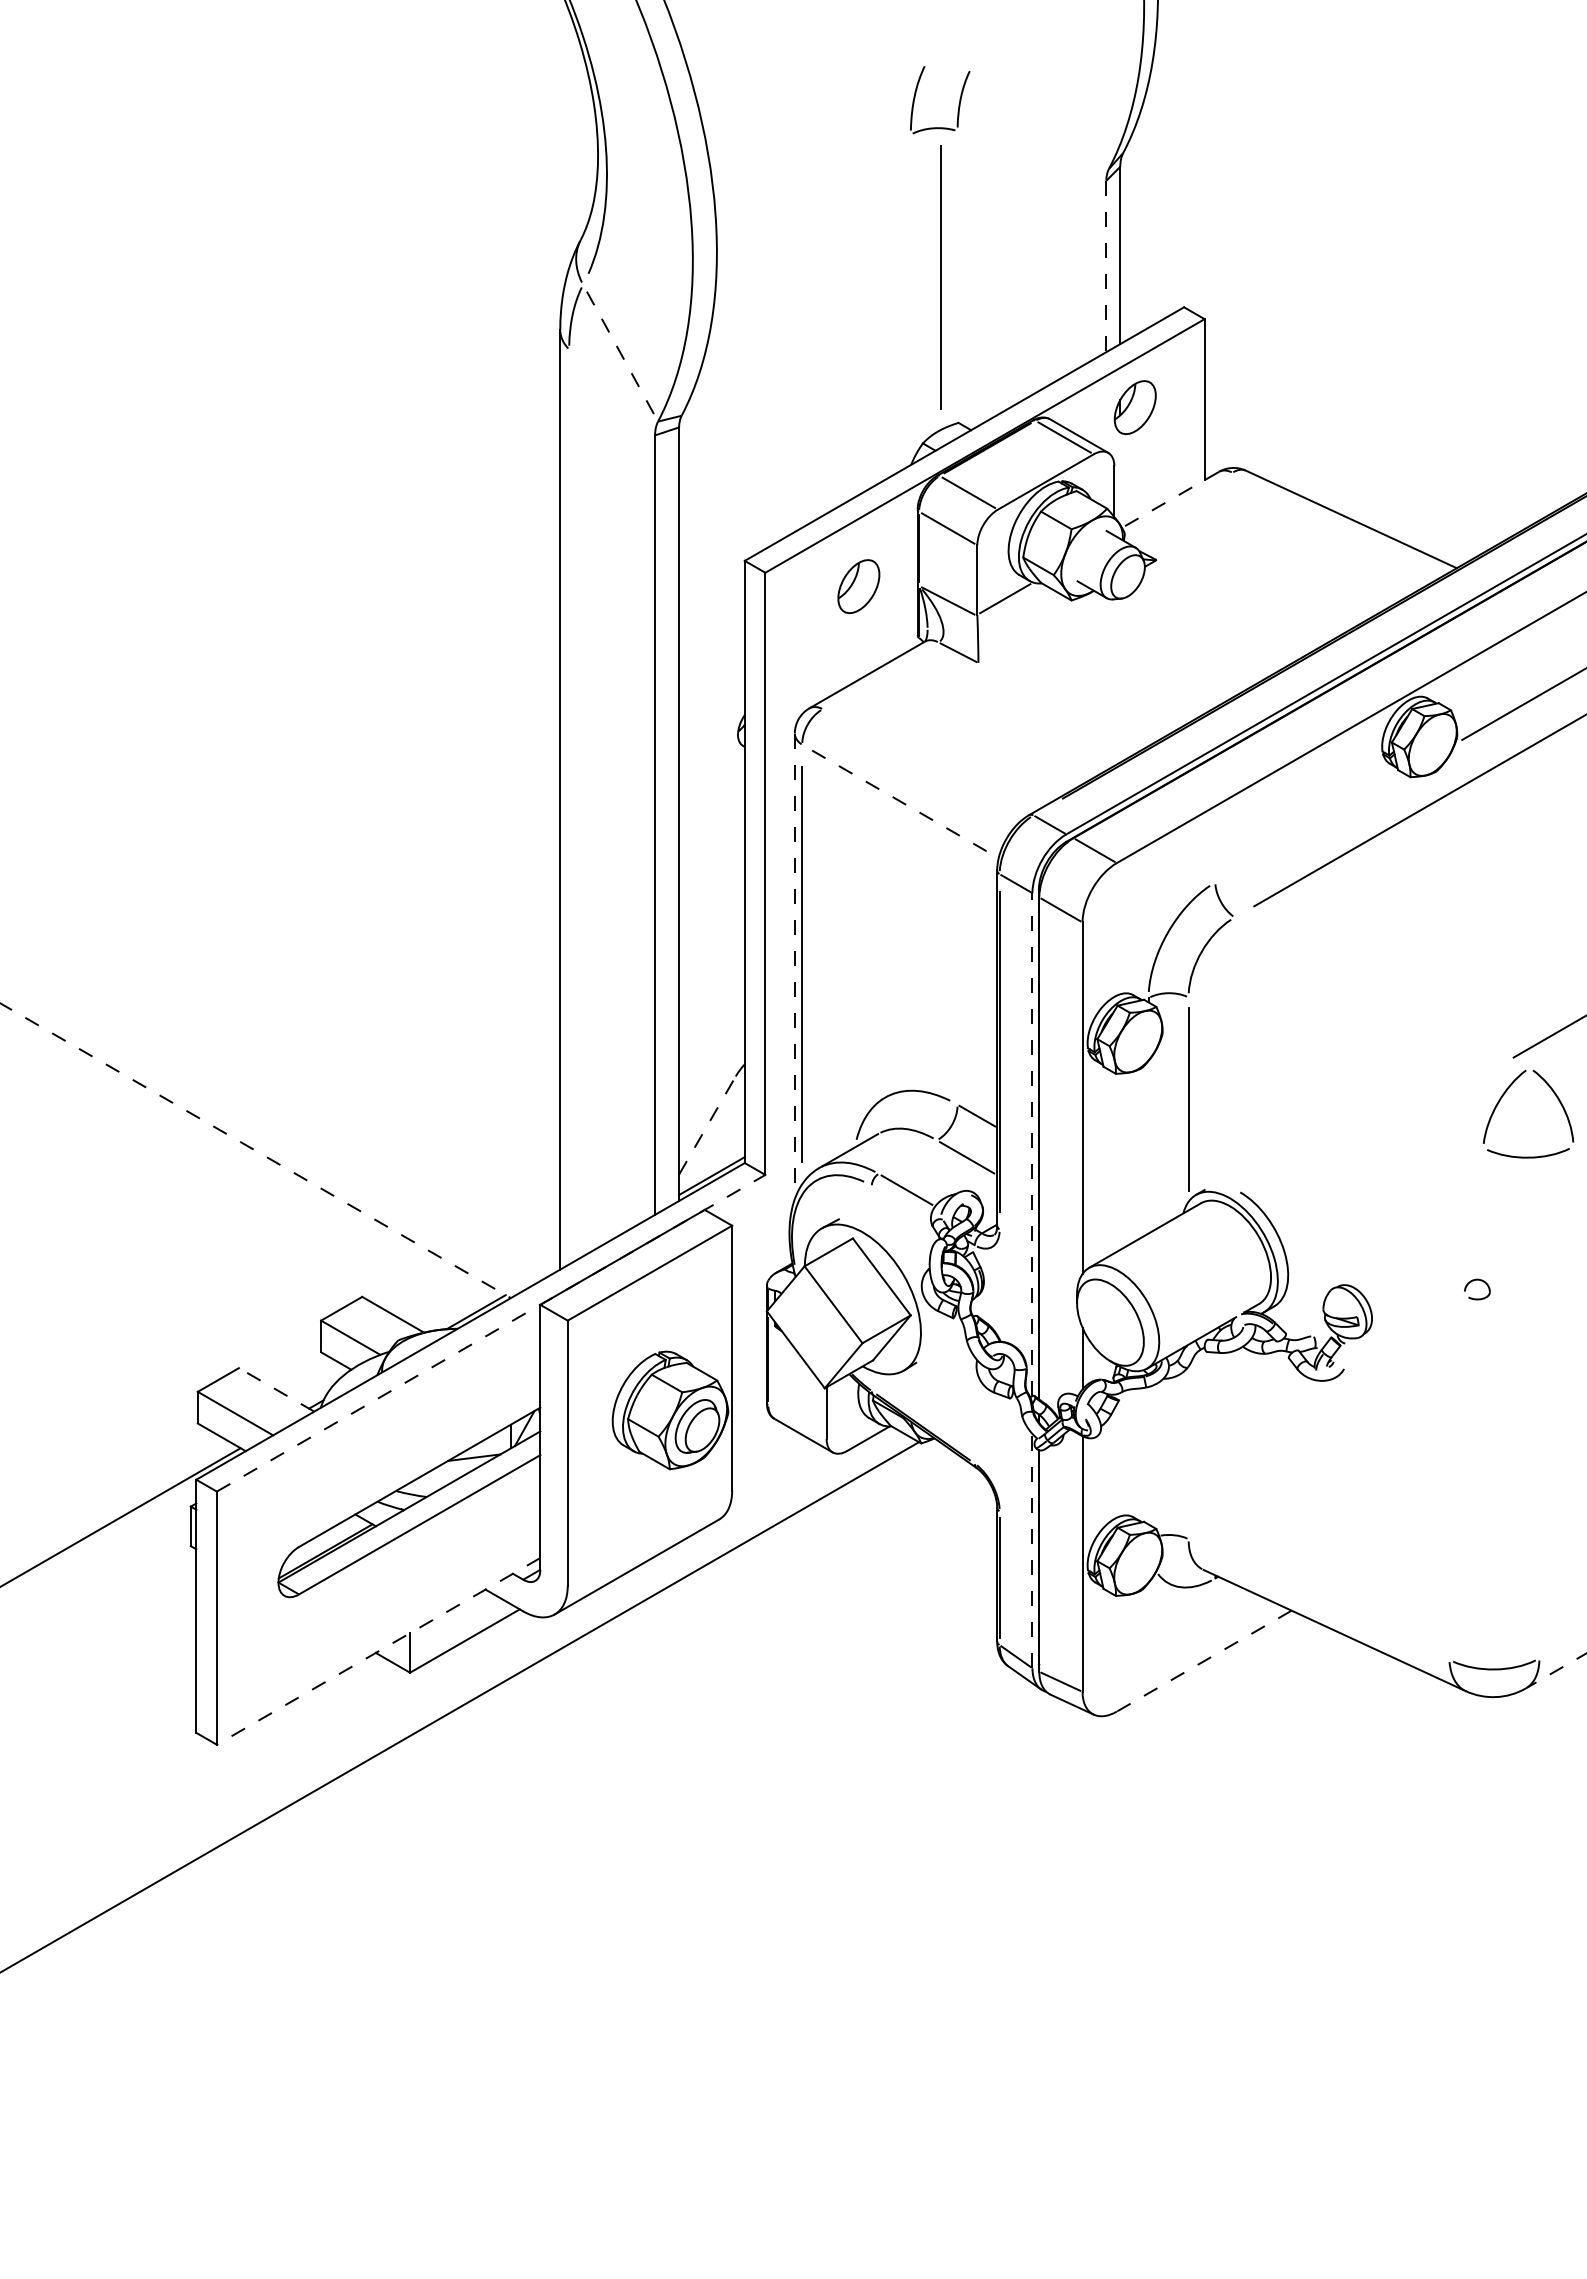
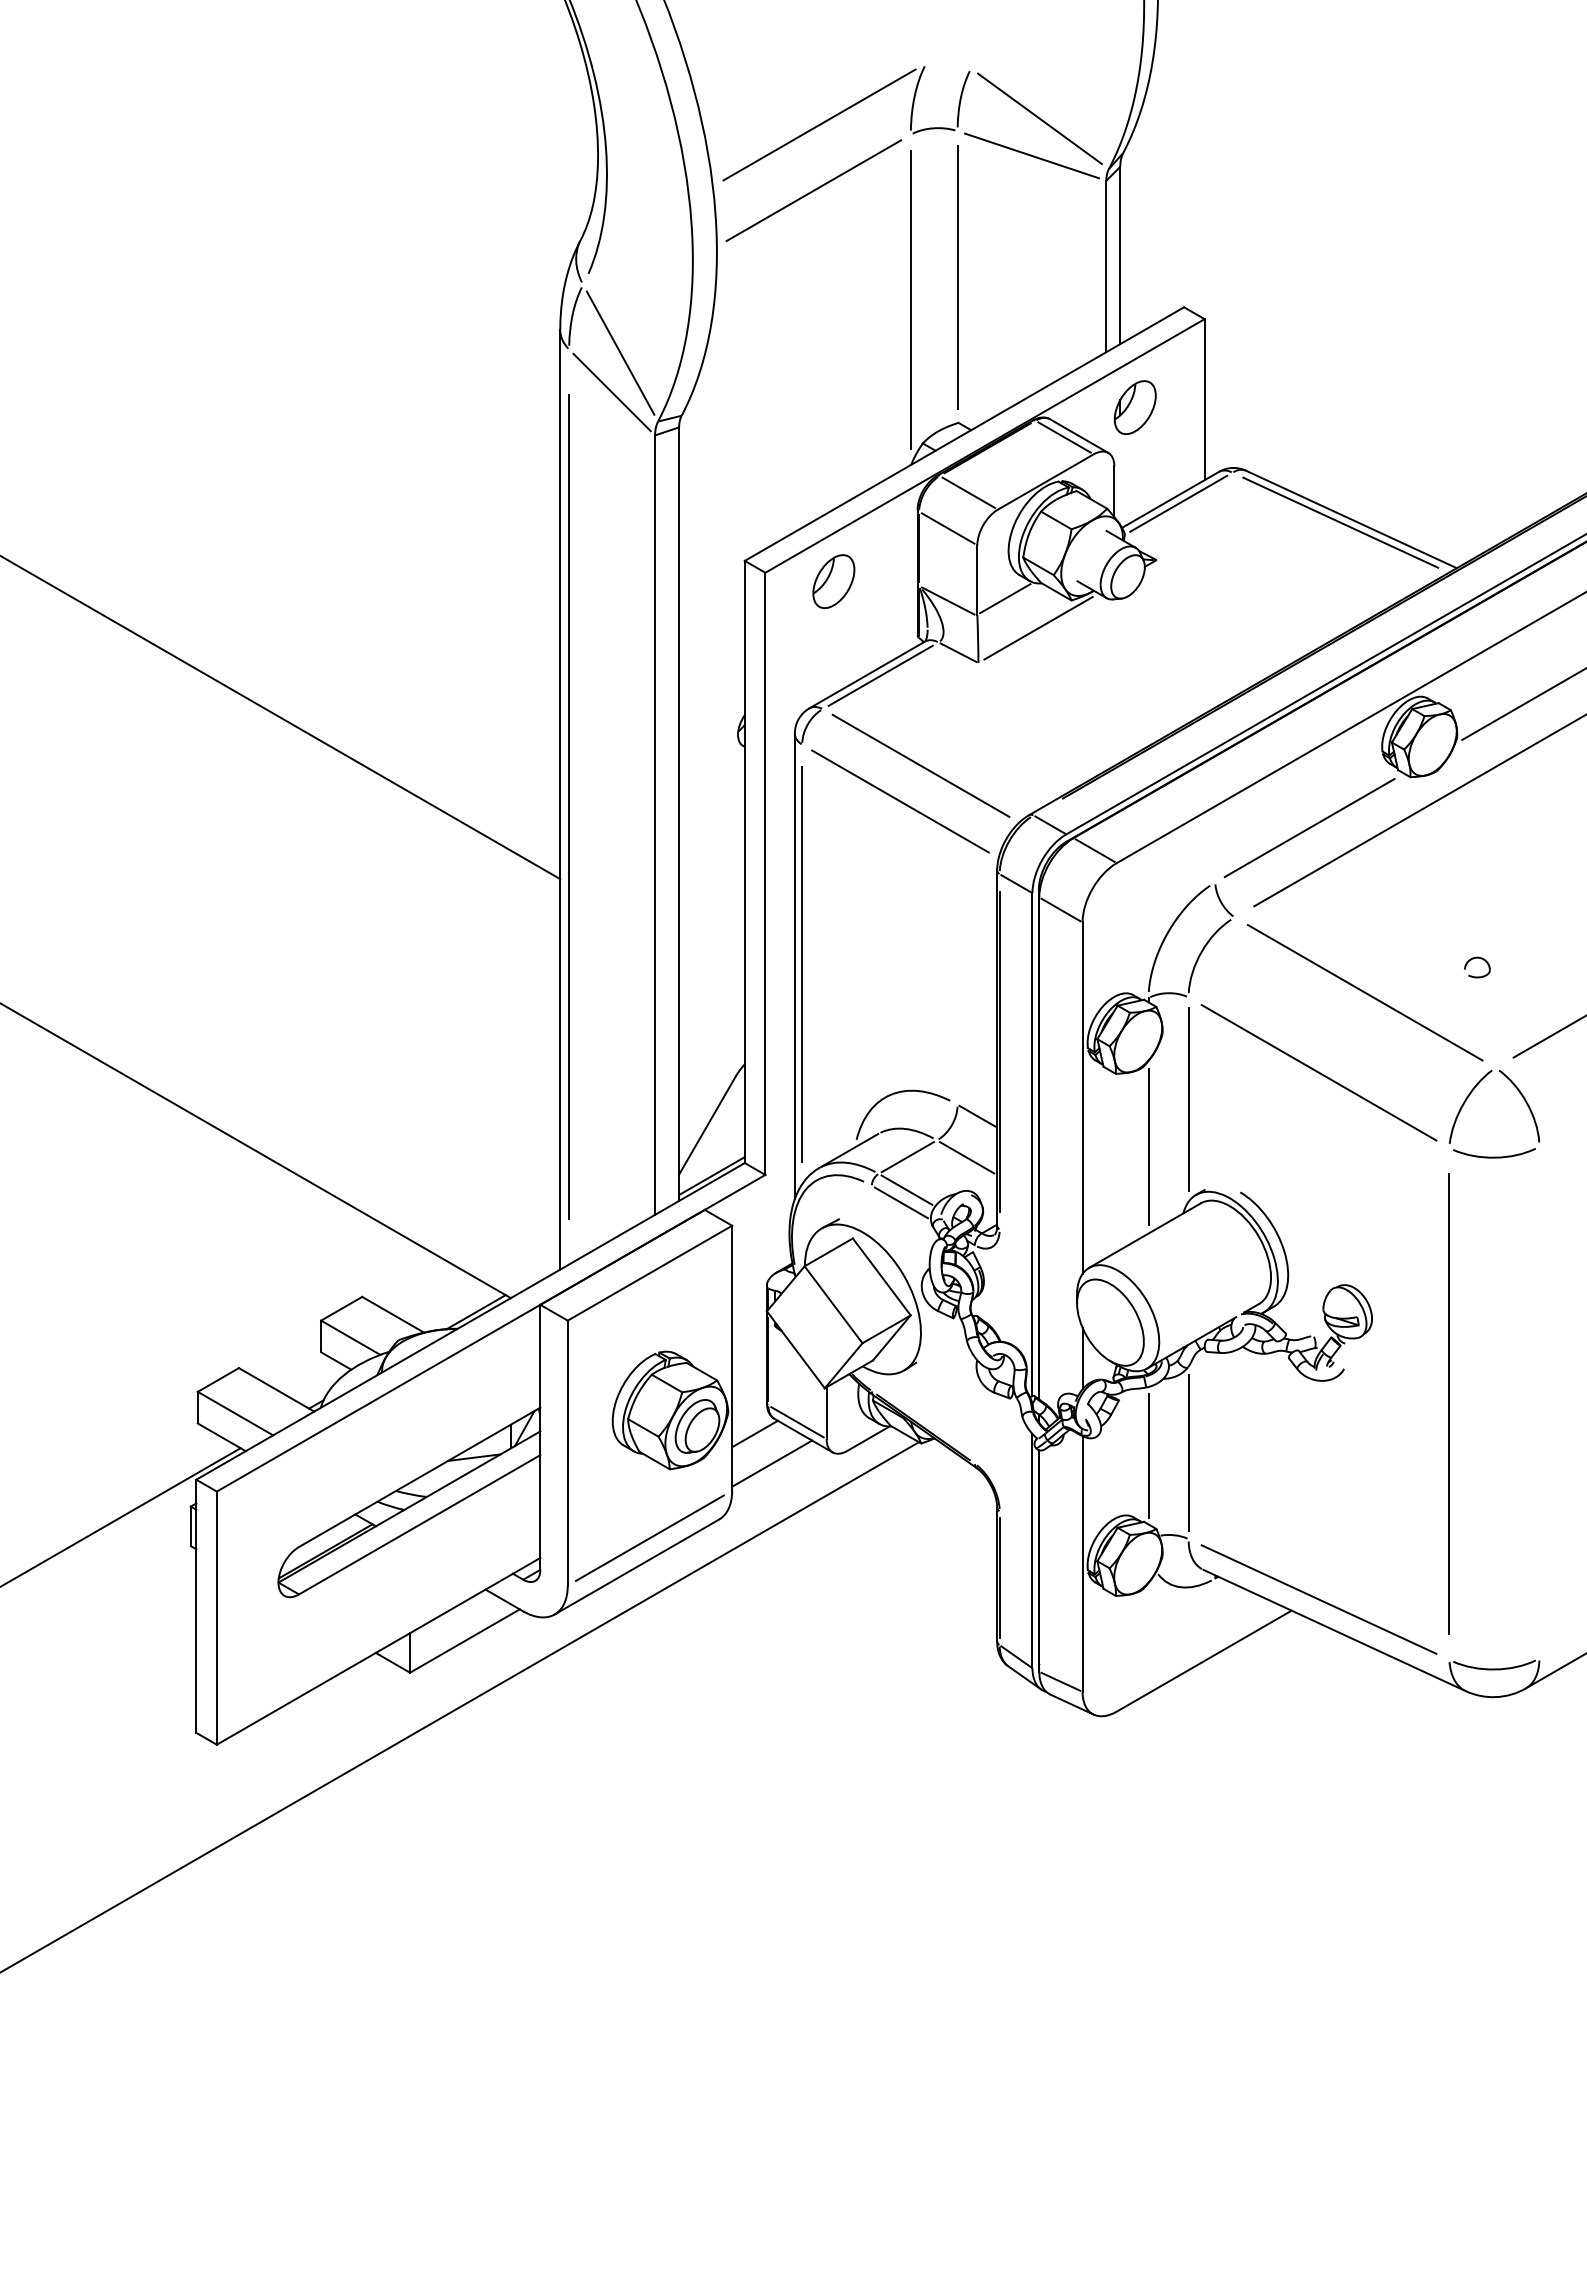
line at (1040, 118): none -> present
line at (819, 124): none -> present
line at (1031, 155): none -> present
line at (813, 190): none -> present
line at (1106, 266): dashed -> solid
line at (940, 277) position: (940, 277) -> (957, 277)
line at (910, 299): none -> present
line at (620, 353): dashed -> solid
line at (611, 392): none -> present
line at (1170, 500): dashed -> solid
line at (1178, 503): none -> present
line at (1340, 522): none -> present
part at (858, 586) position: (858, 586) -> (833, 581)
line at (1038, 628): none -> present
line at (880, 675): none -> present
line at (281, 718): none -> present
line at (920, 765): none -> present
line at (900, 801): dashed -> solid
line at (569, 806): none -> present
line at (1309, 828): none -> present
line at (794, 966): dashed -> solid
line at (1364, 992): none -> present
line at (1318, 1072): none -> present
part at (1503, 1096) position: (1503, 1096) -> (1469, 1096)
line at (707, 1125): dashed -> solid
line at (1032, 1144): dashed -> solid
line at (1148, 1146): none -> present
line at (255, 1150): dashed -> solid
line at (907, 1157): none -> present
line at (900, 1202): none -> present
part at (1473, 1281) position: (1473, 1281) -> (1473, 959)
line at (491, 1333): dashed -> solid
line at (276, 1389): dashed -> solid
line at (1448, 1403): none -> present
line at (797, 1422): none -> present
line at (754, 1433): none -> present
line at (1188, 1452): none -> present
line at (1148, 1455): none -> present
line at (772, 1463): none -> present
line at (649, 1537): none -> present
line at (1032, 1550): dashed -> solid
line at (1318, 1599): none -> present
line at (378, 1651): dashed -> solid
line at (1204, 1661): dashed -> solid
line at (1556, 1670): dashed -> solid
